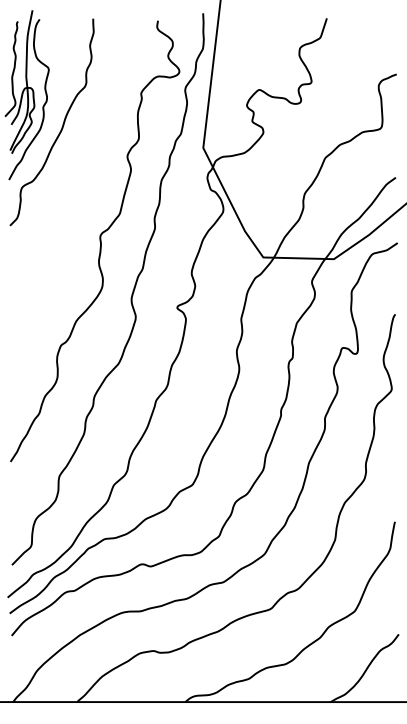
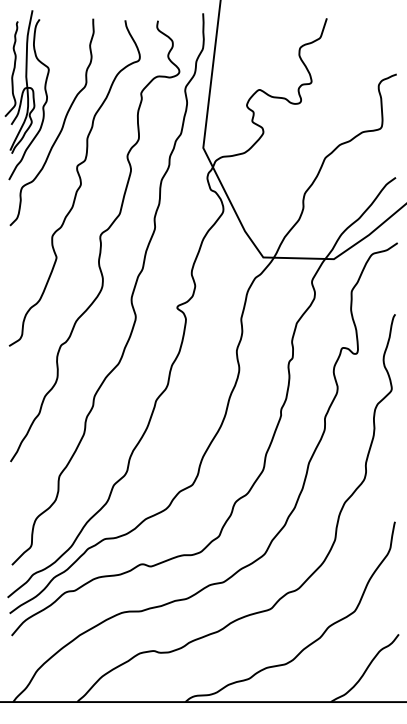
curve at (79, 181): none -> present
